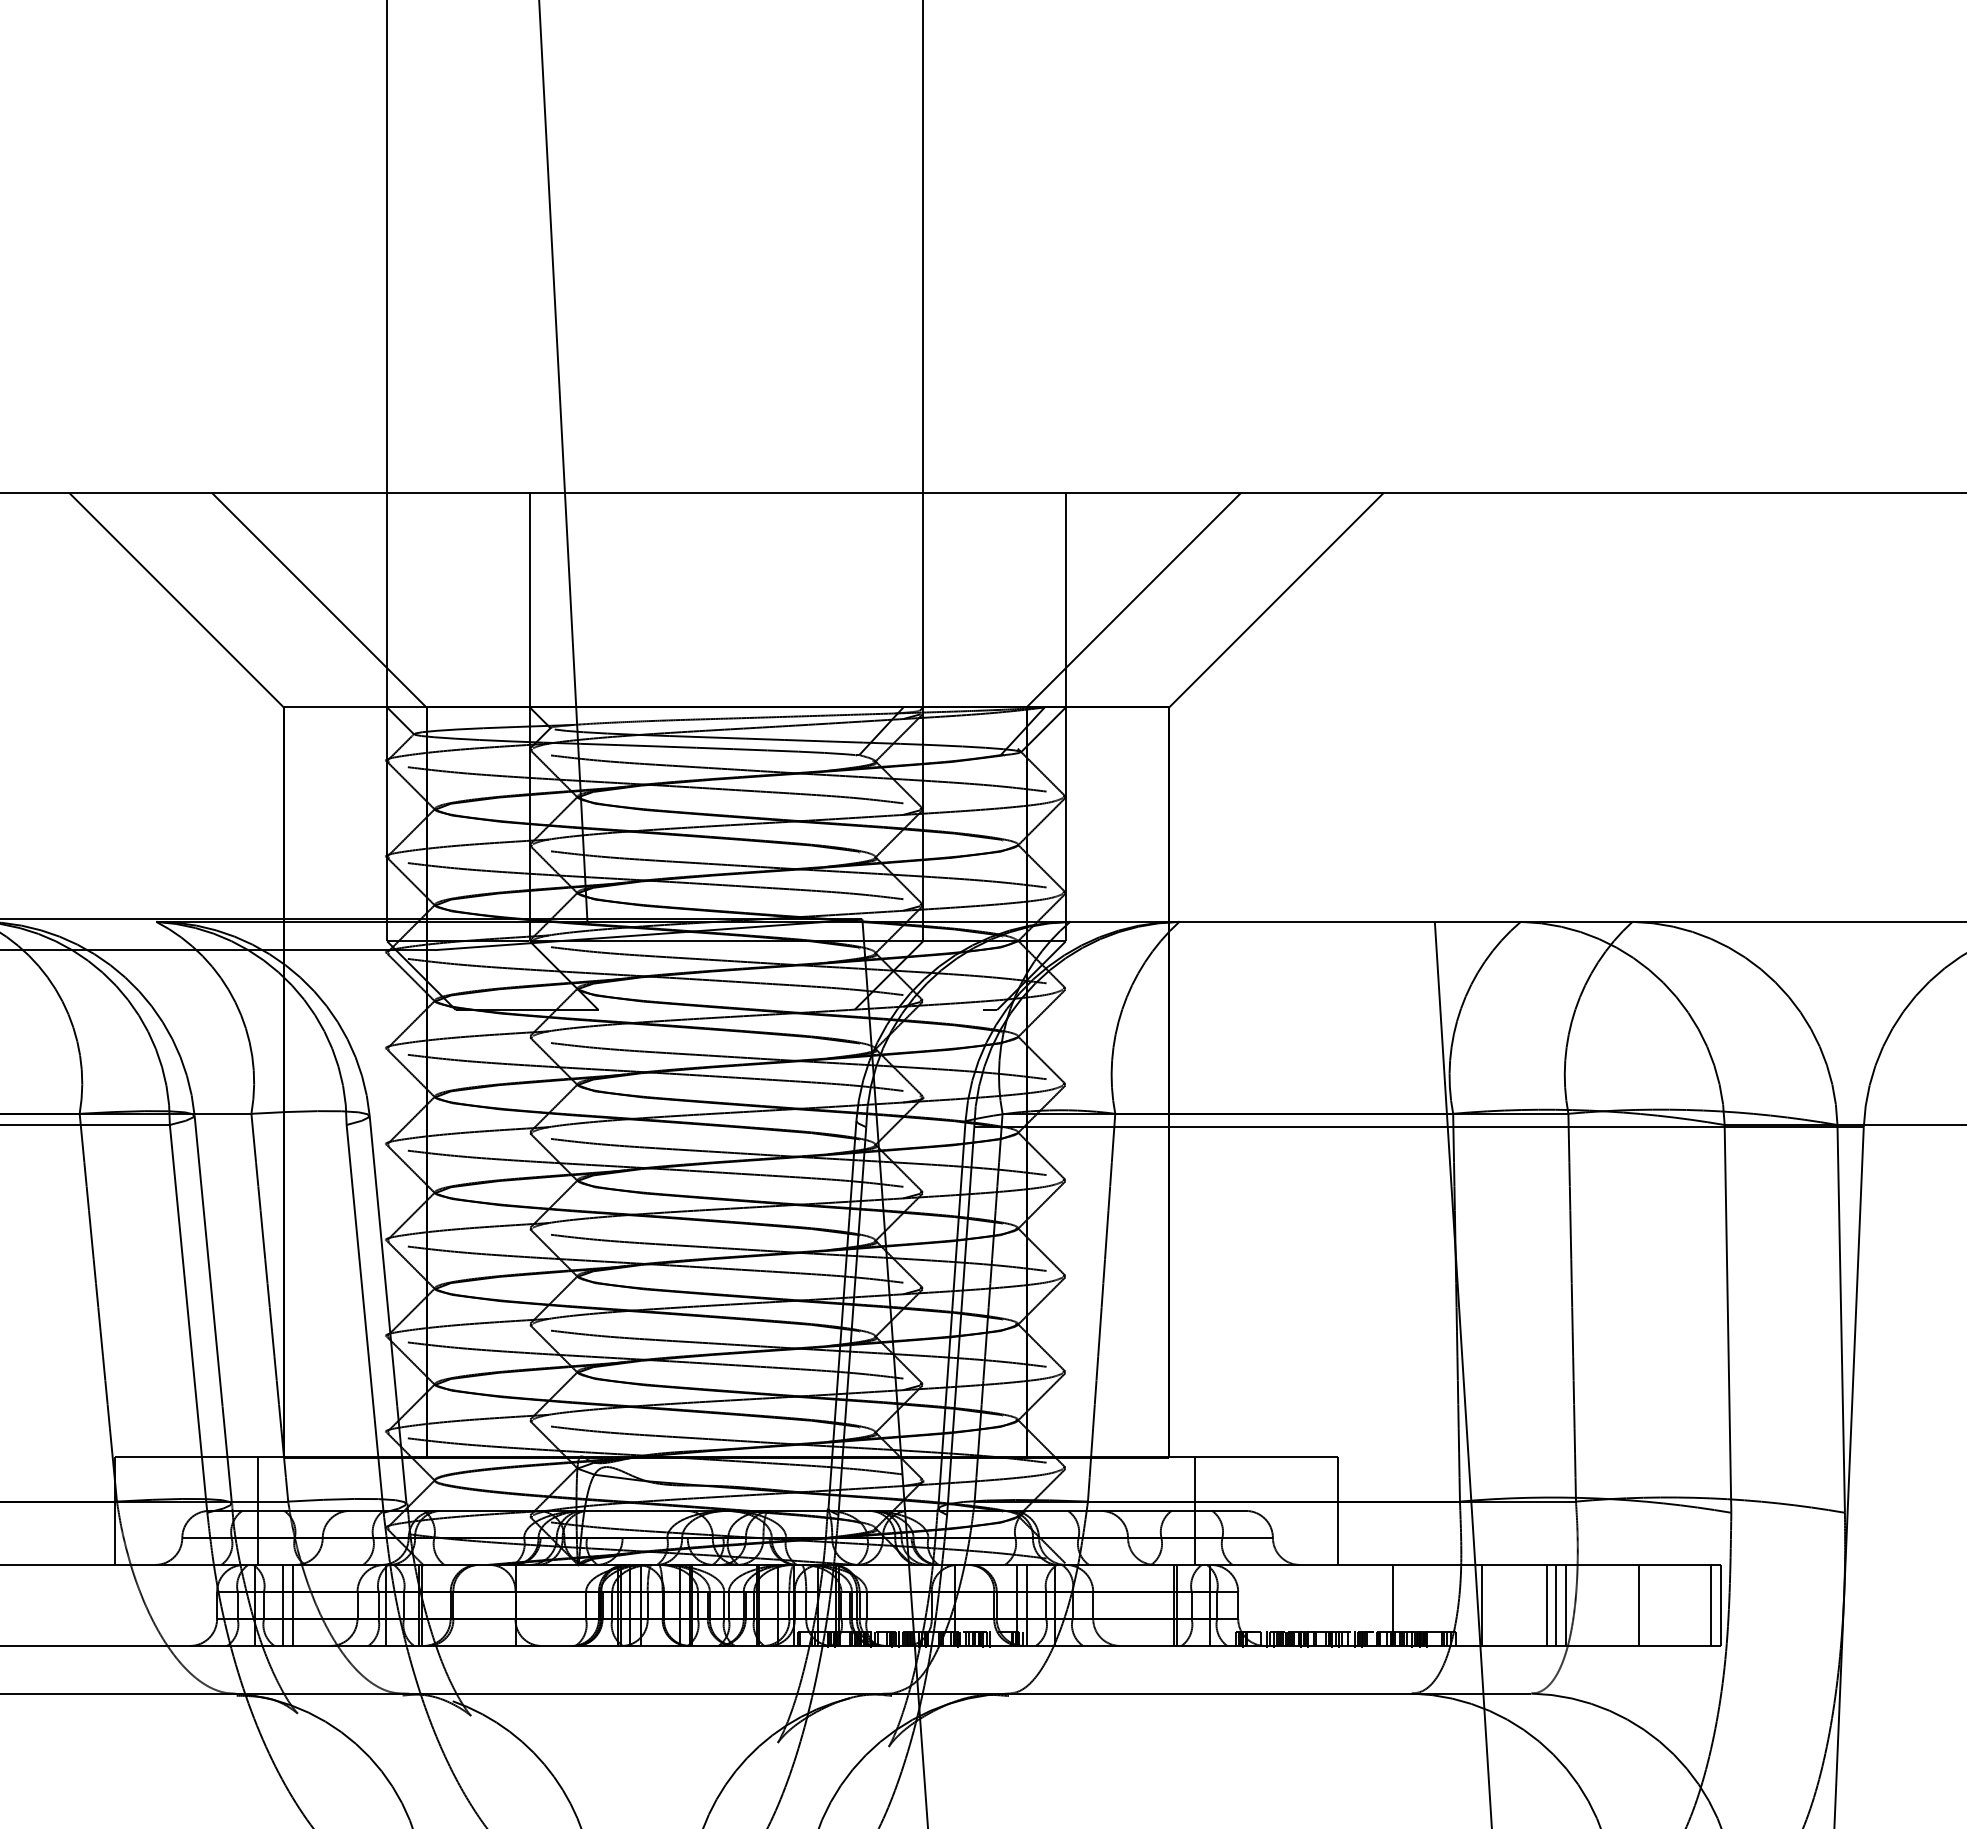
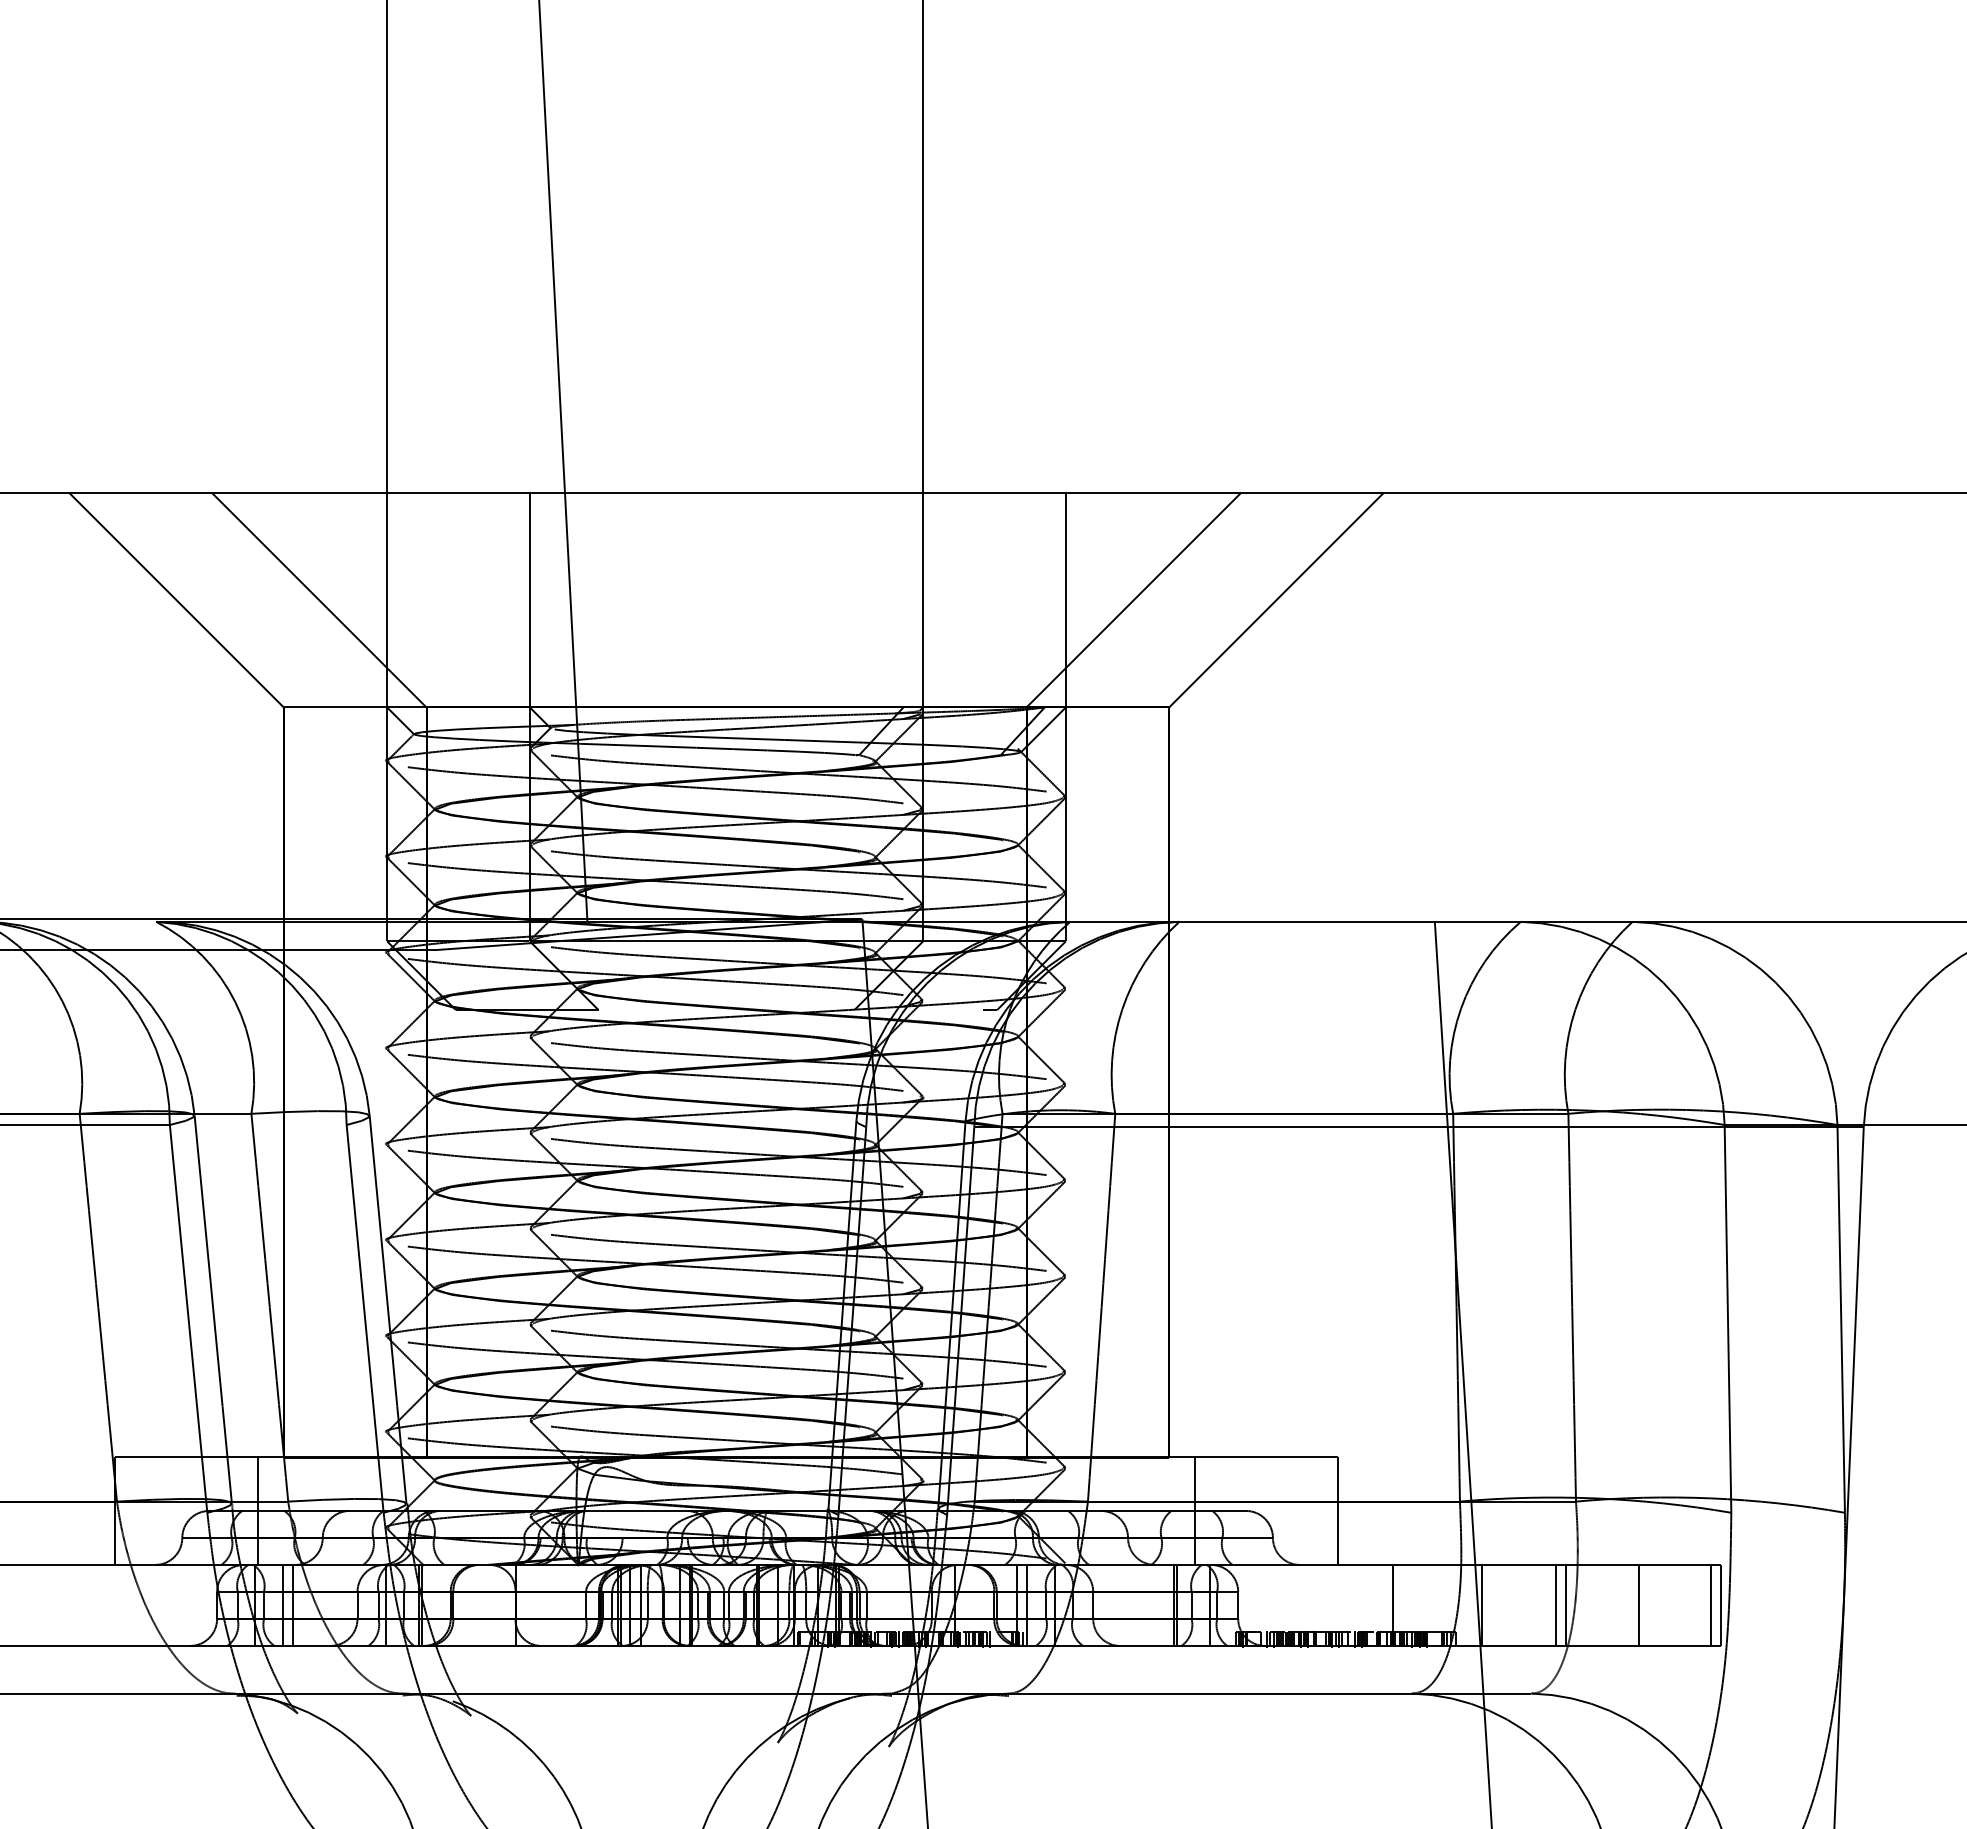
line at (1547, 1604): present -> none
